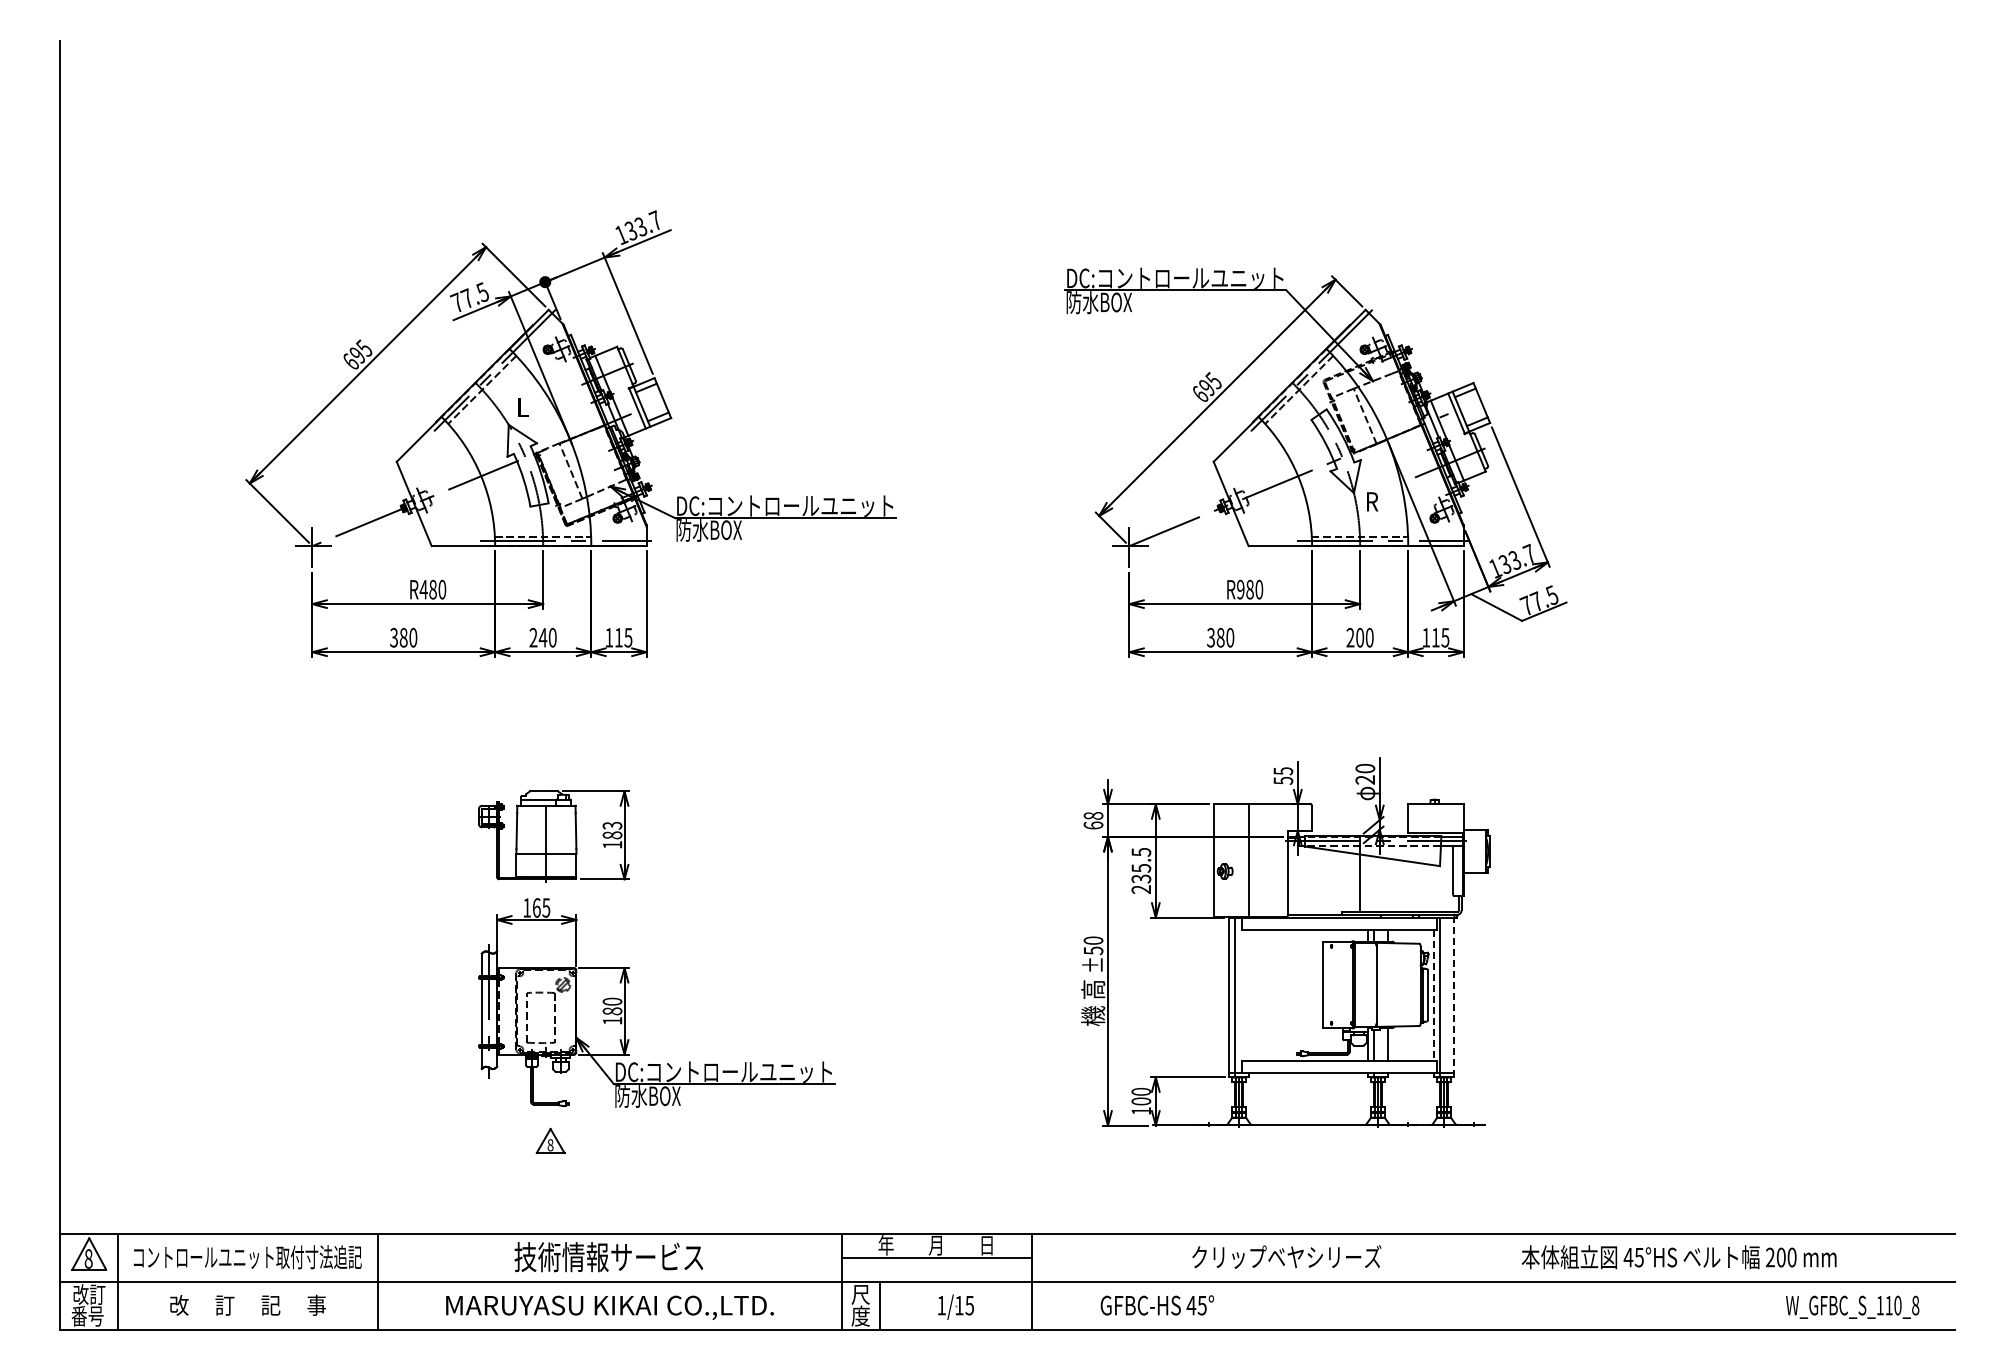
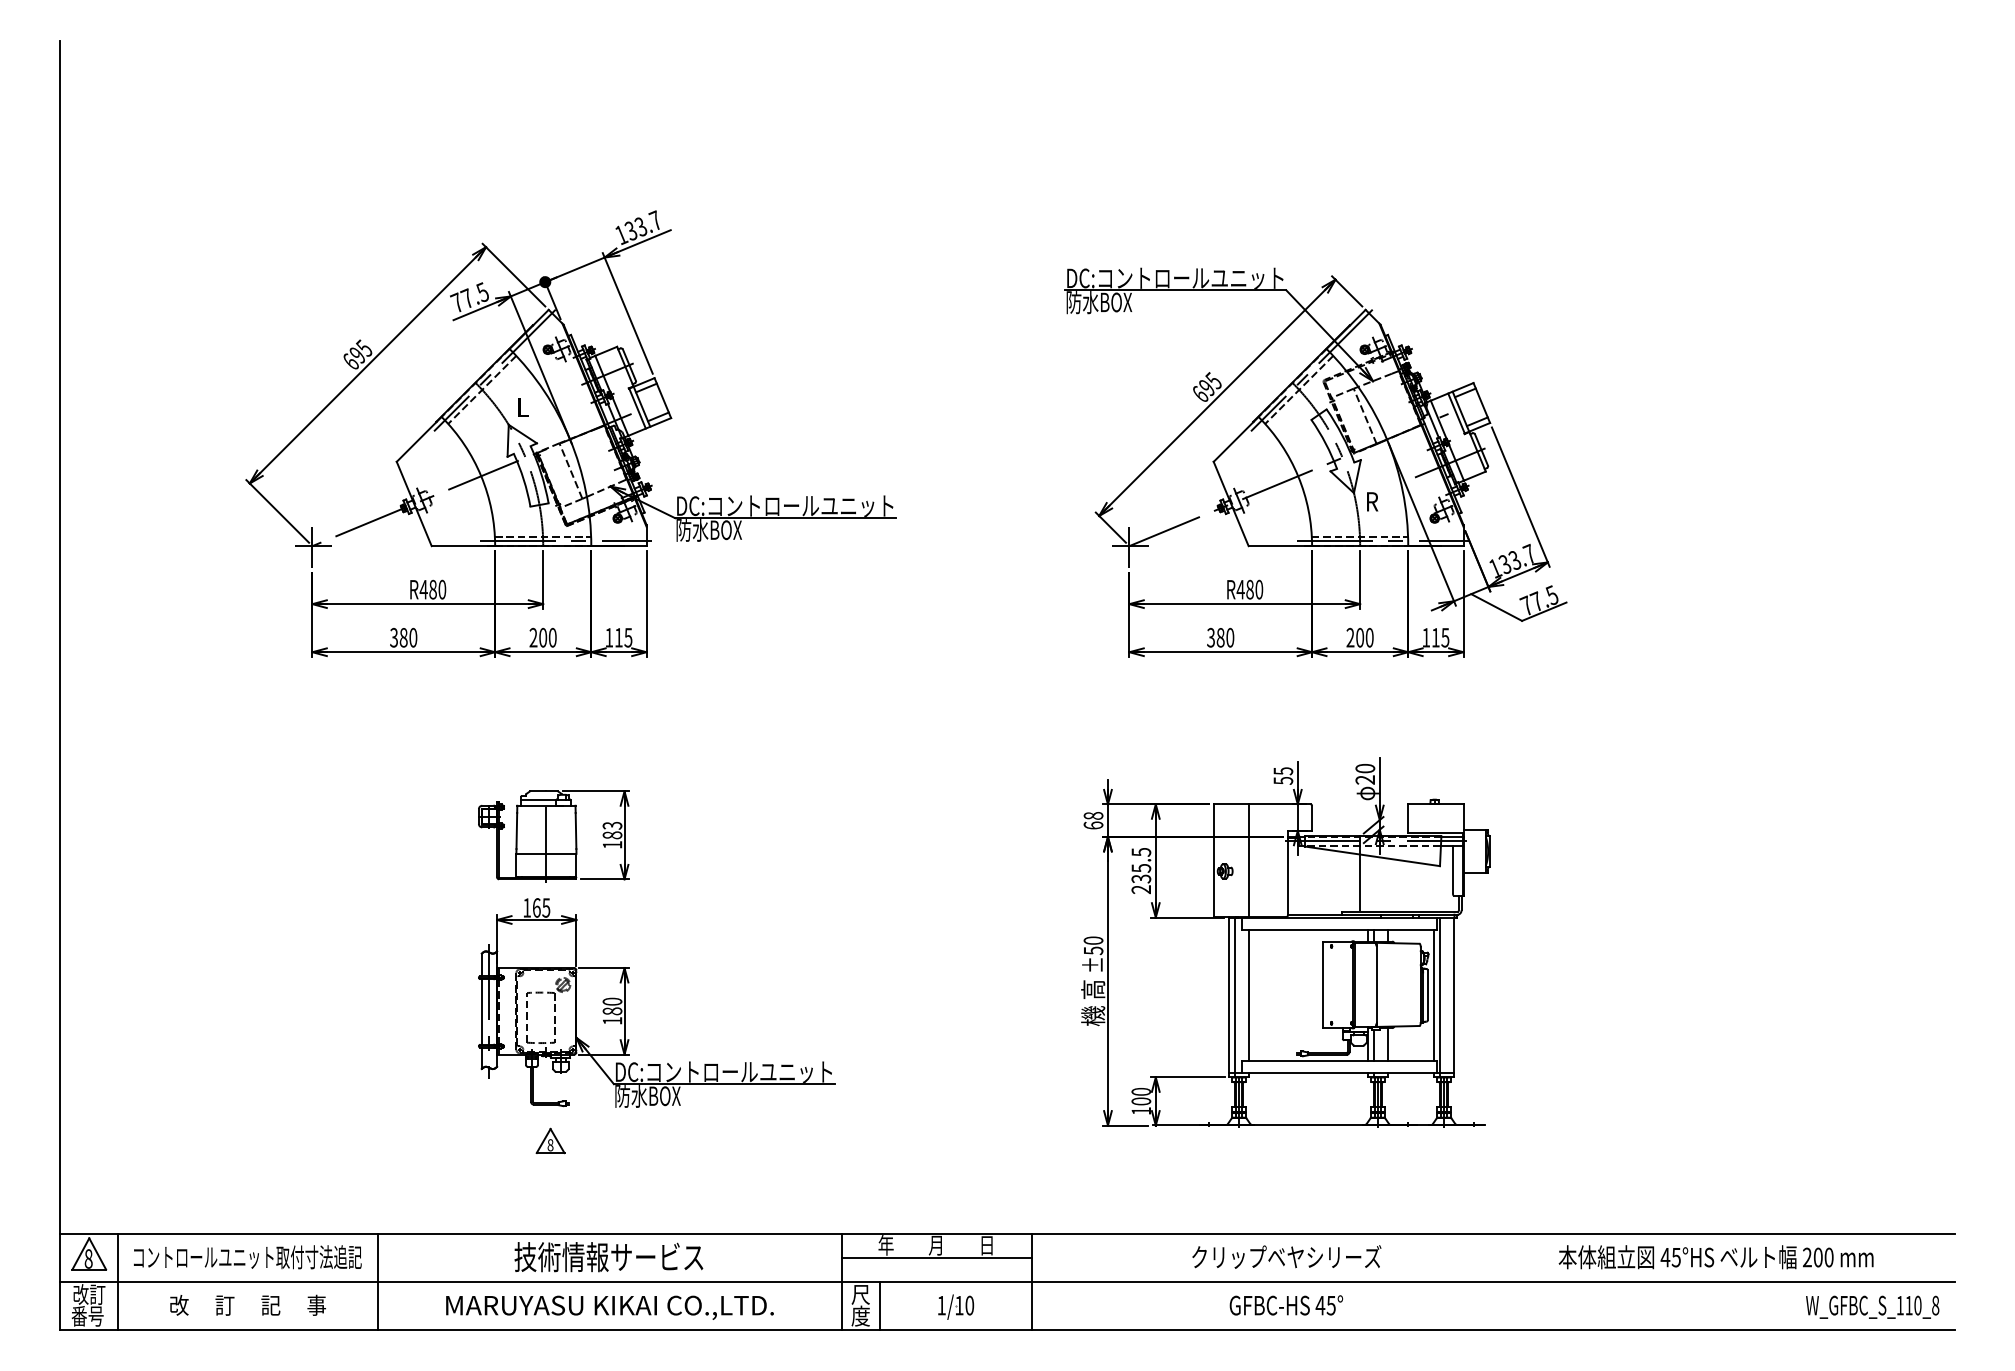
text at (1240, 589): R980 -> R480
text at (542, 637): 240 -> 200
line at (1248, 995): none -> present
line at (1434, 995): dashed -> solid
line at (1453, 997): dashed -> solid
text at (1678, 1257) position: (1678, 1257) -> (1715, 1257)
text at (969, 1305): 1/15 -> 1/10
text at (1157, 1305) position: (1157, 1305) -> (1286, 1305)
text at (1852, 1306) position: (1852, 1306) -> (1872, 1306)
